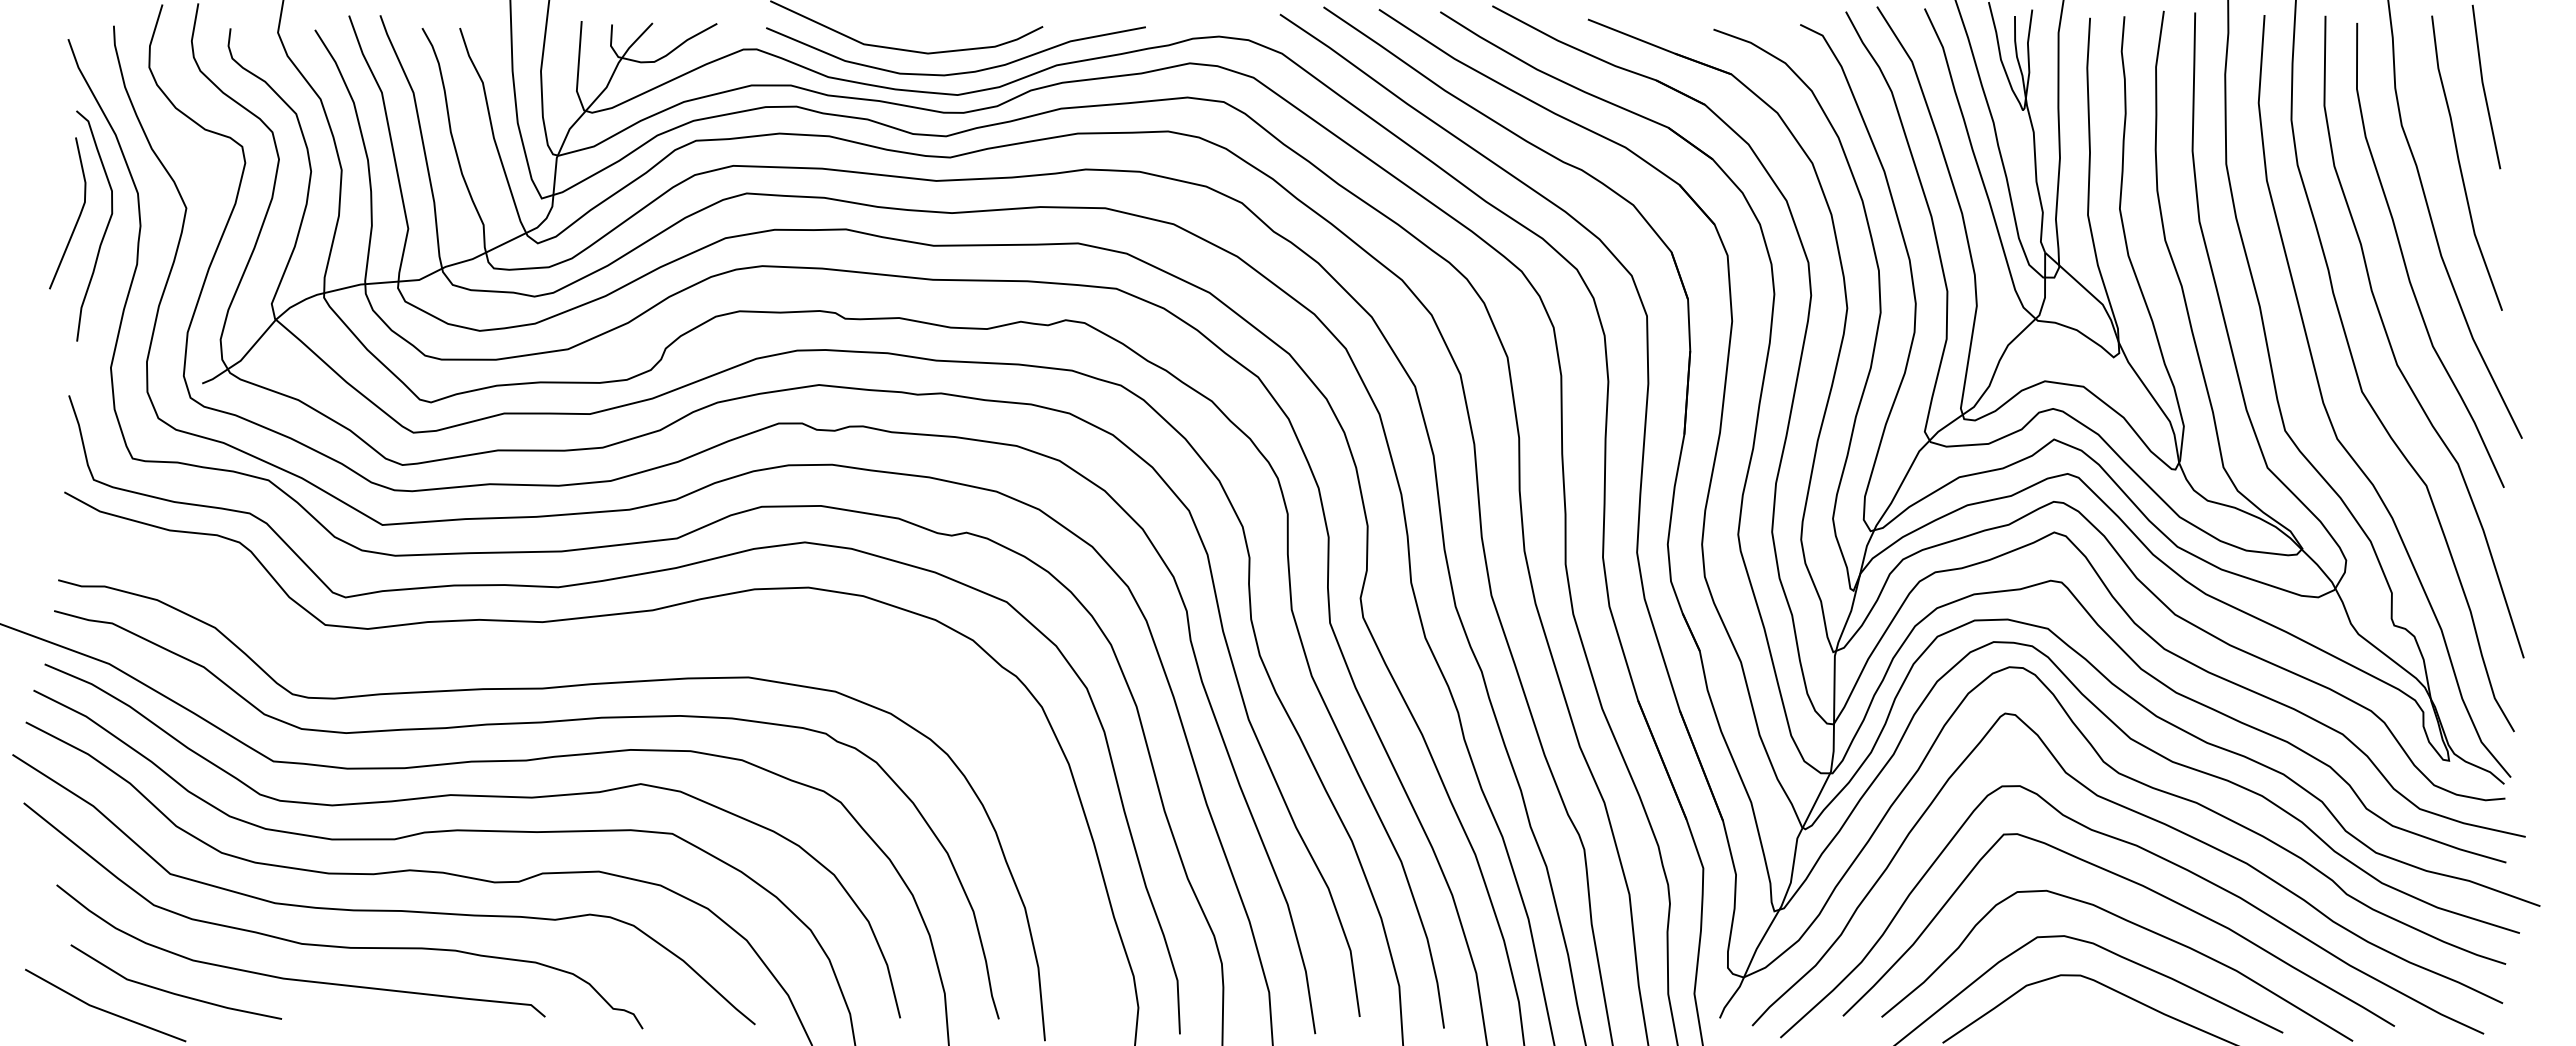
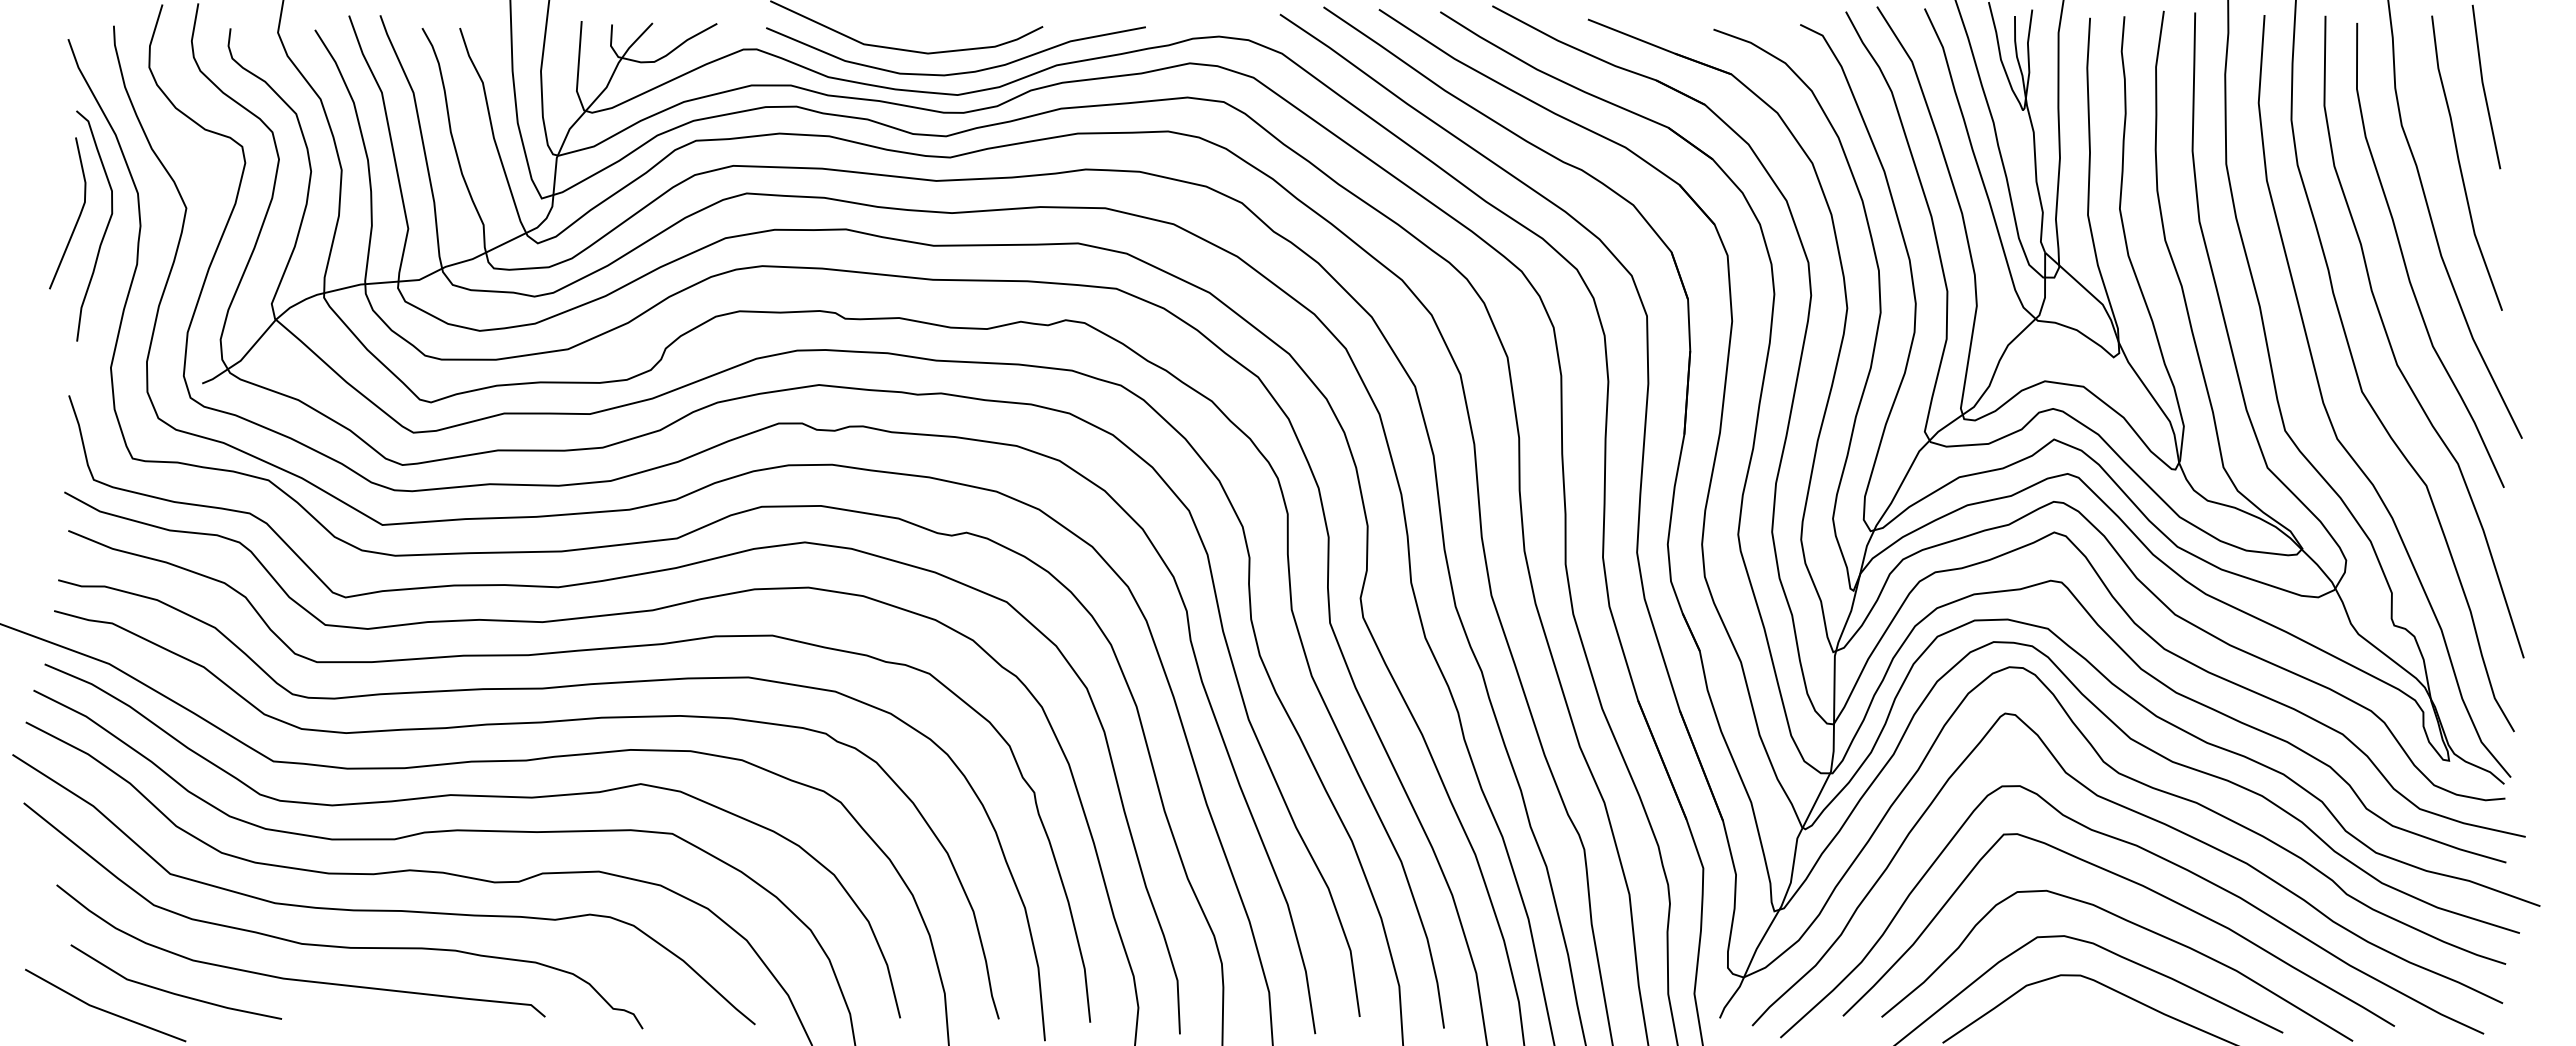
part at (572, 652): none -> present
